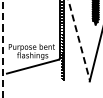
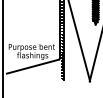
line at (79, 41): dashed -> solid
line at (3, 49): dashed -> solid
